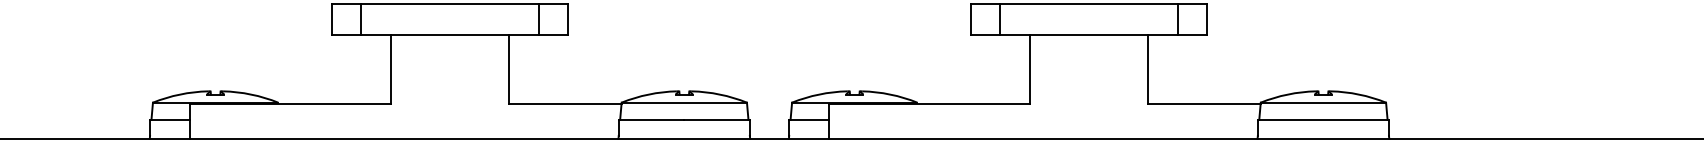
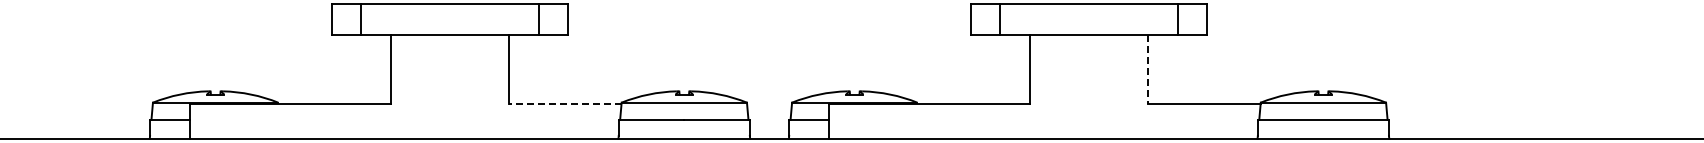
line at (1148, 69): solid -> dashed
line at (564, 103): solid -> dashed
